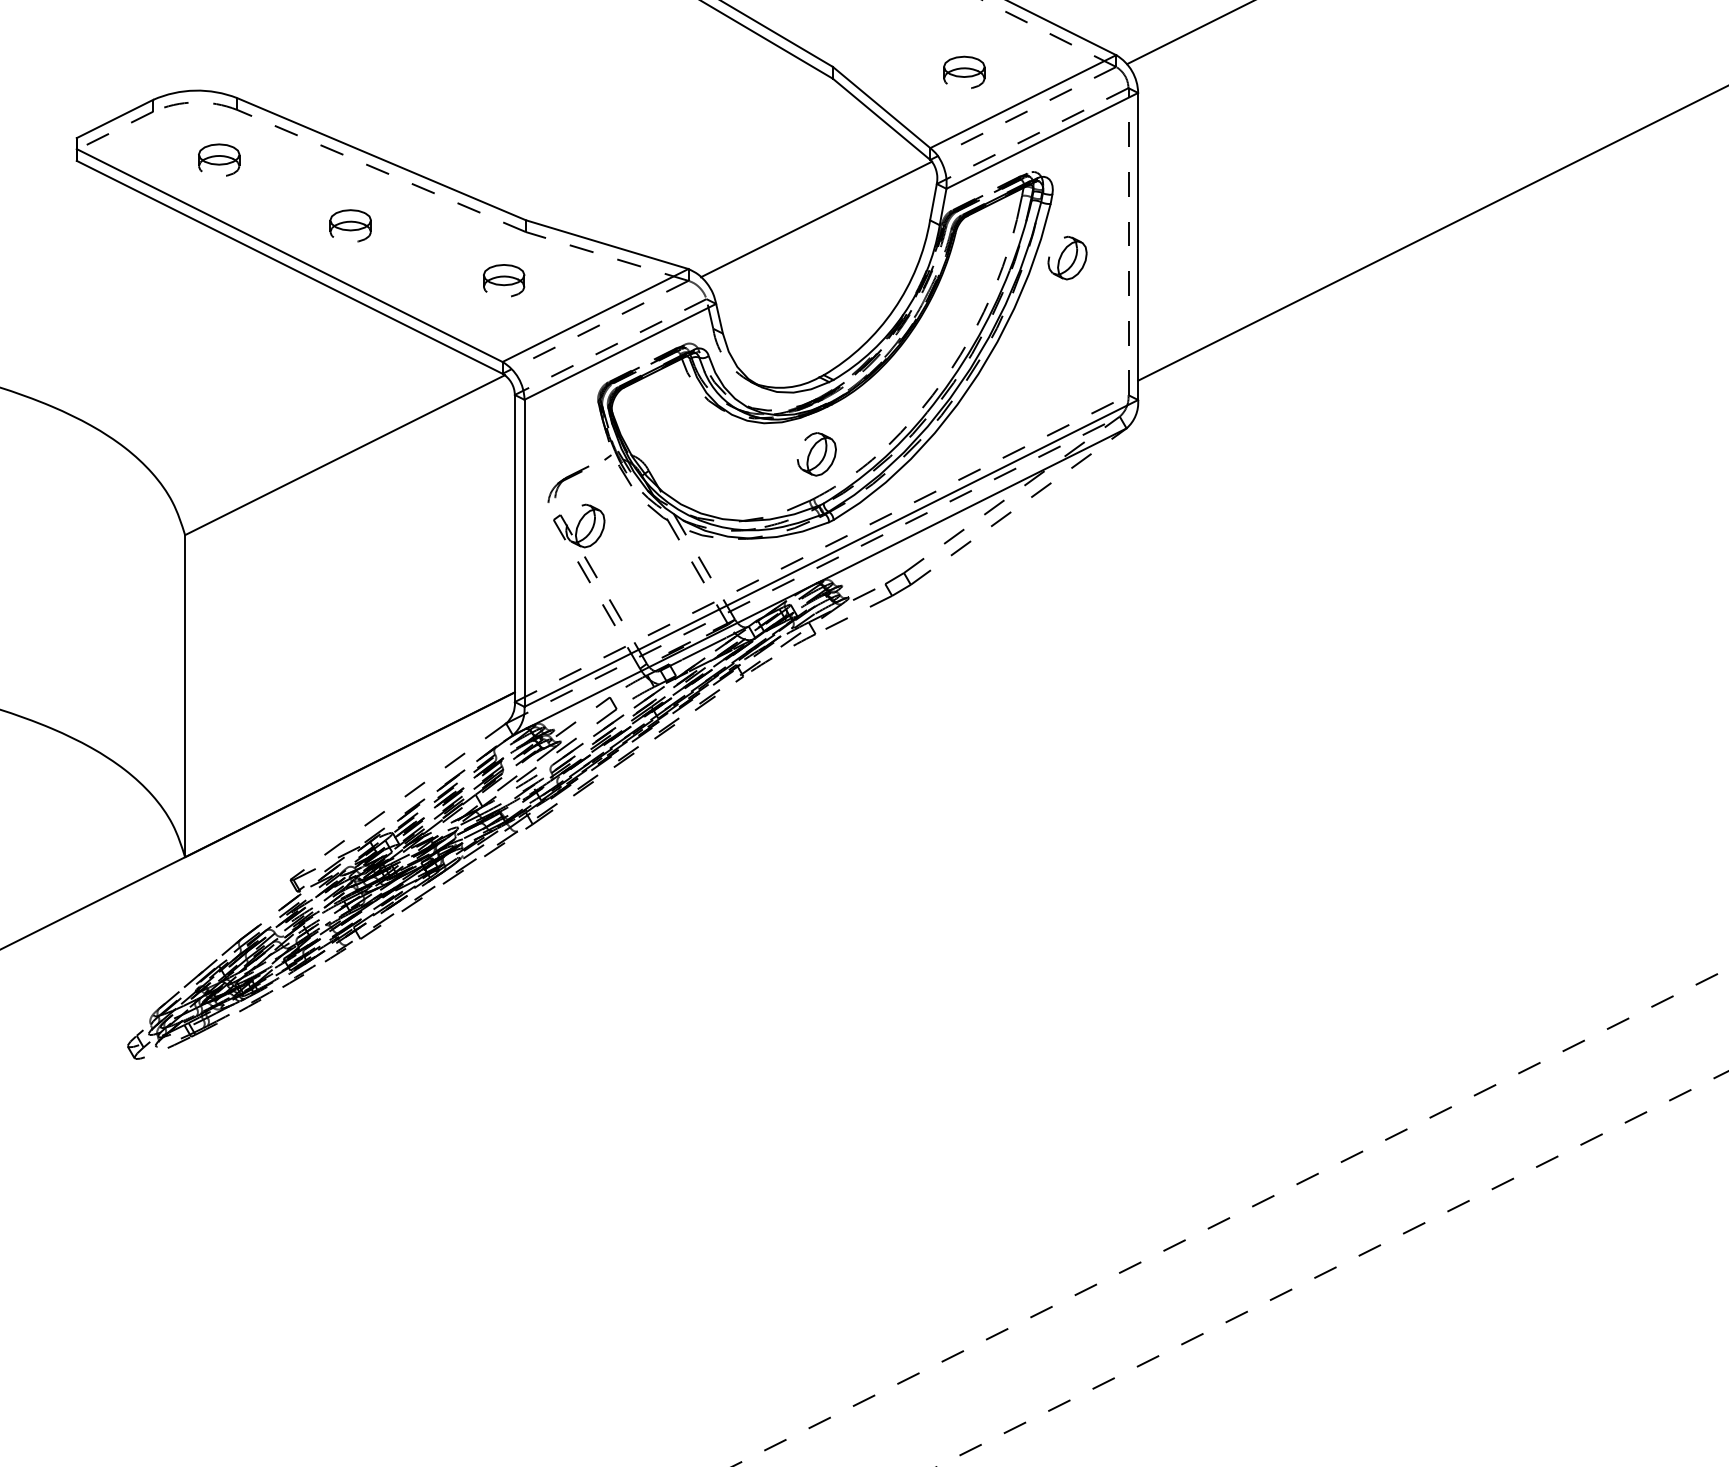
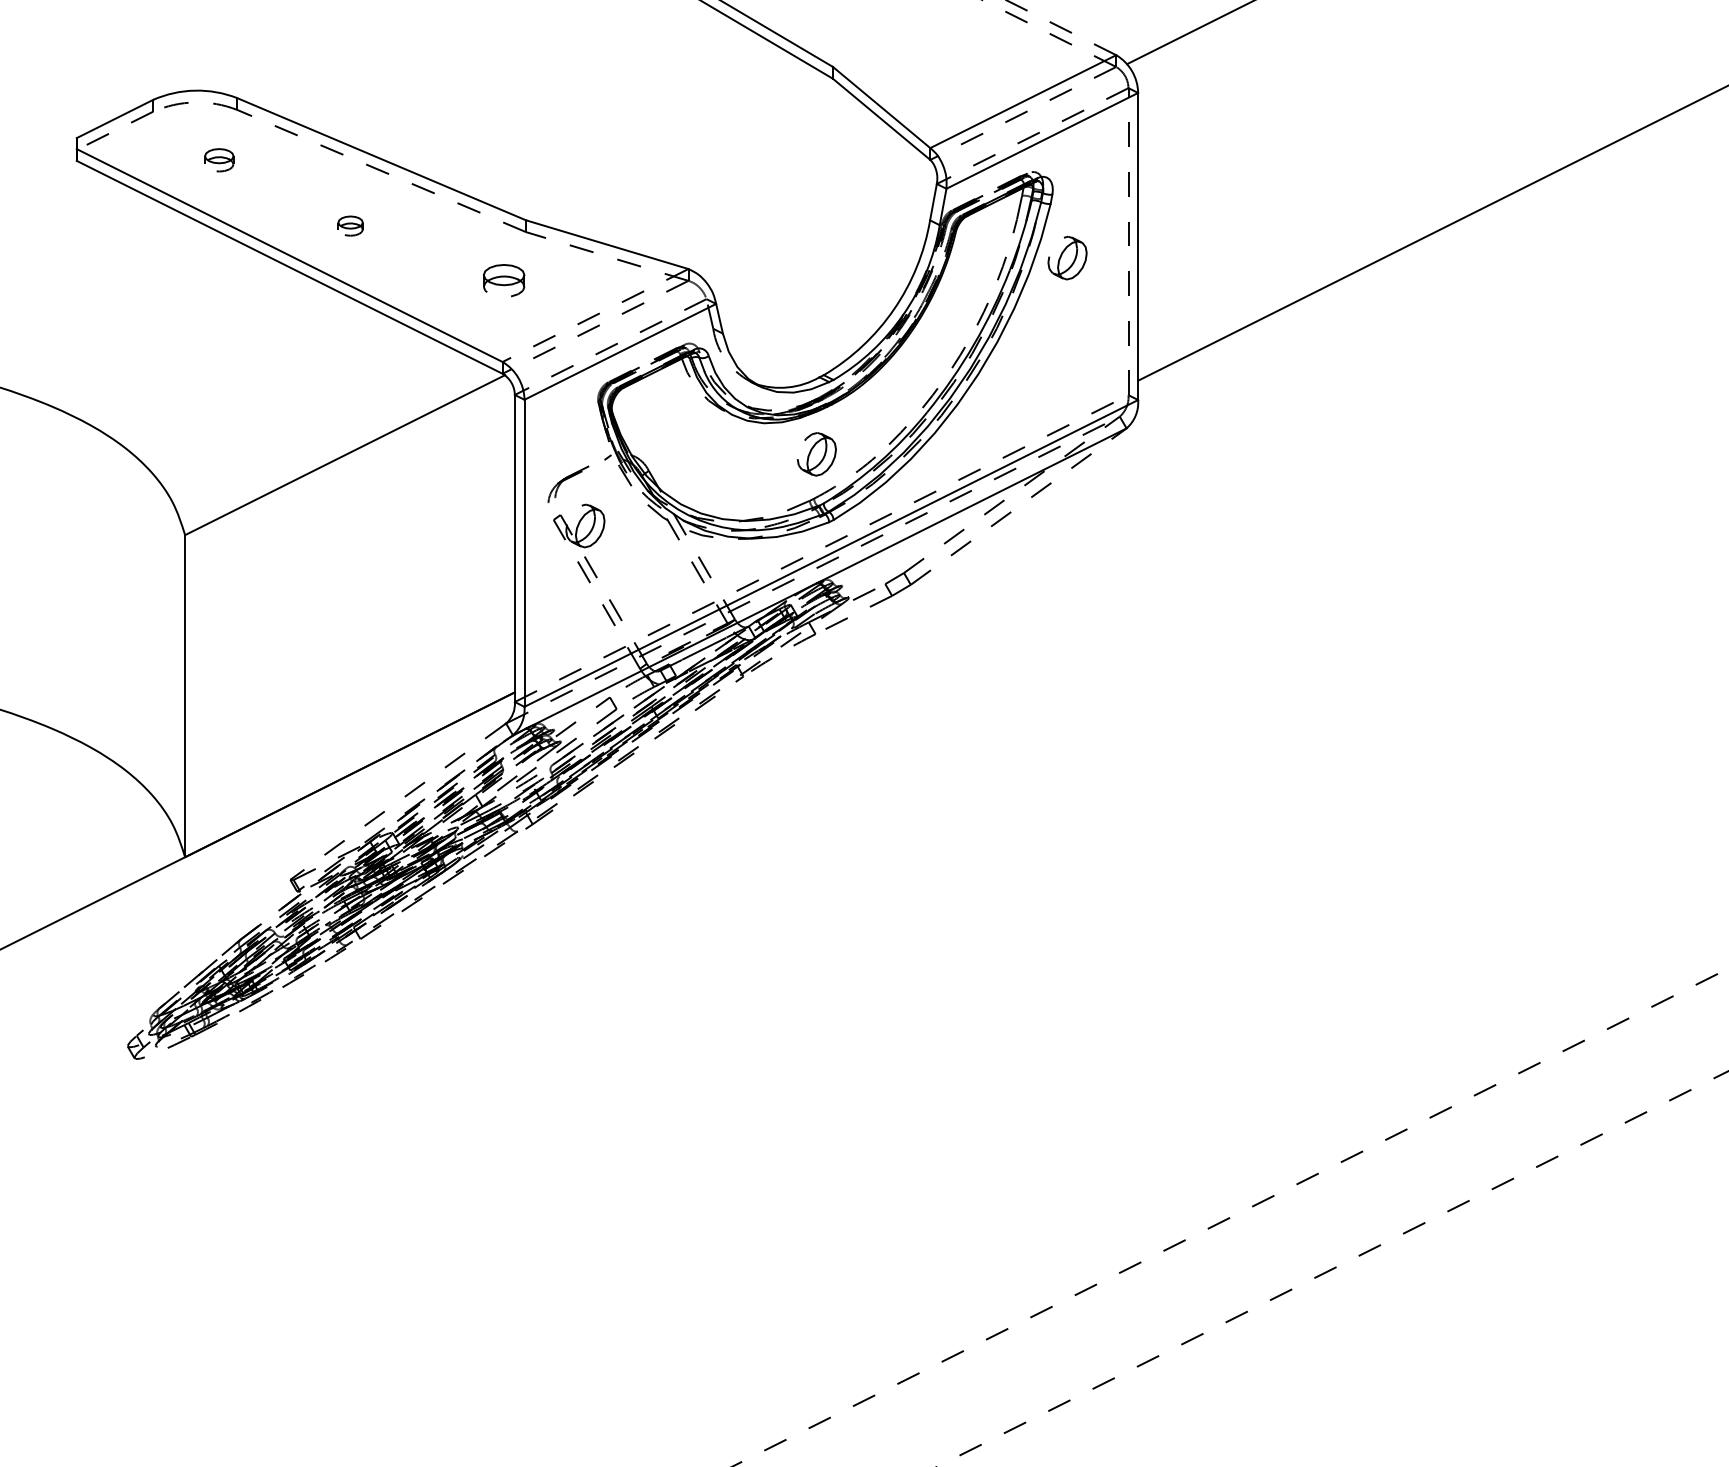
line at (1060, 27): solid -> dashed
part at (964, 71): present -> none
part at (219, 159) size: 43x34 px -> 31x25 px
line at (816, 219): present -> none
part at (350, 225) size: 43x34 px -> 27x22 px
line at (595, 315): solid -> dashed
